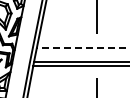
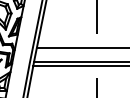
line at (82, 47): dashed -> solid
